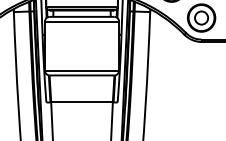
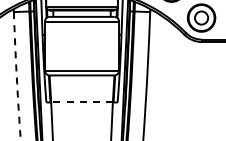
arc at (16, 76): solid -> dashed
line at (82, 102): solid -> dashed
